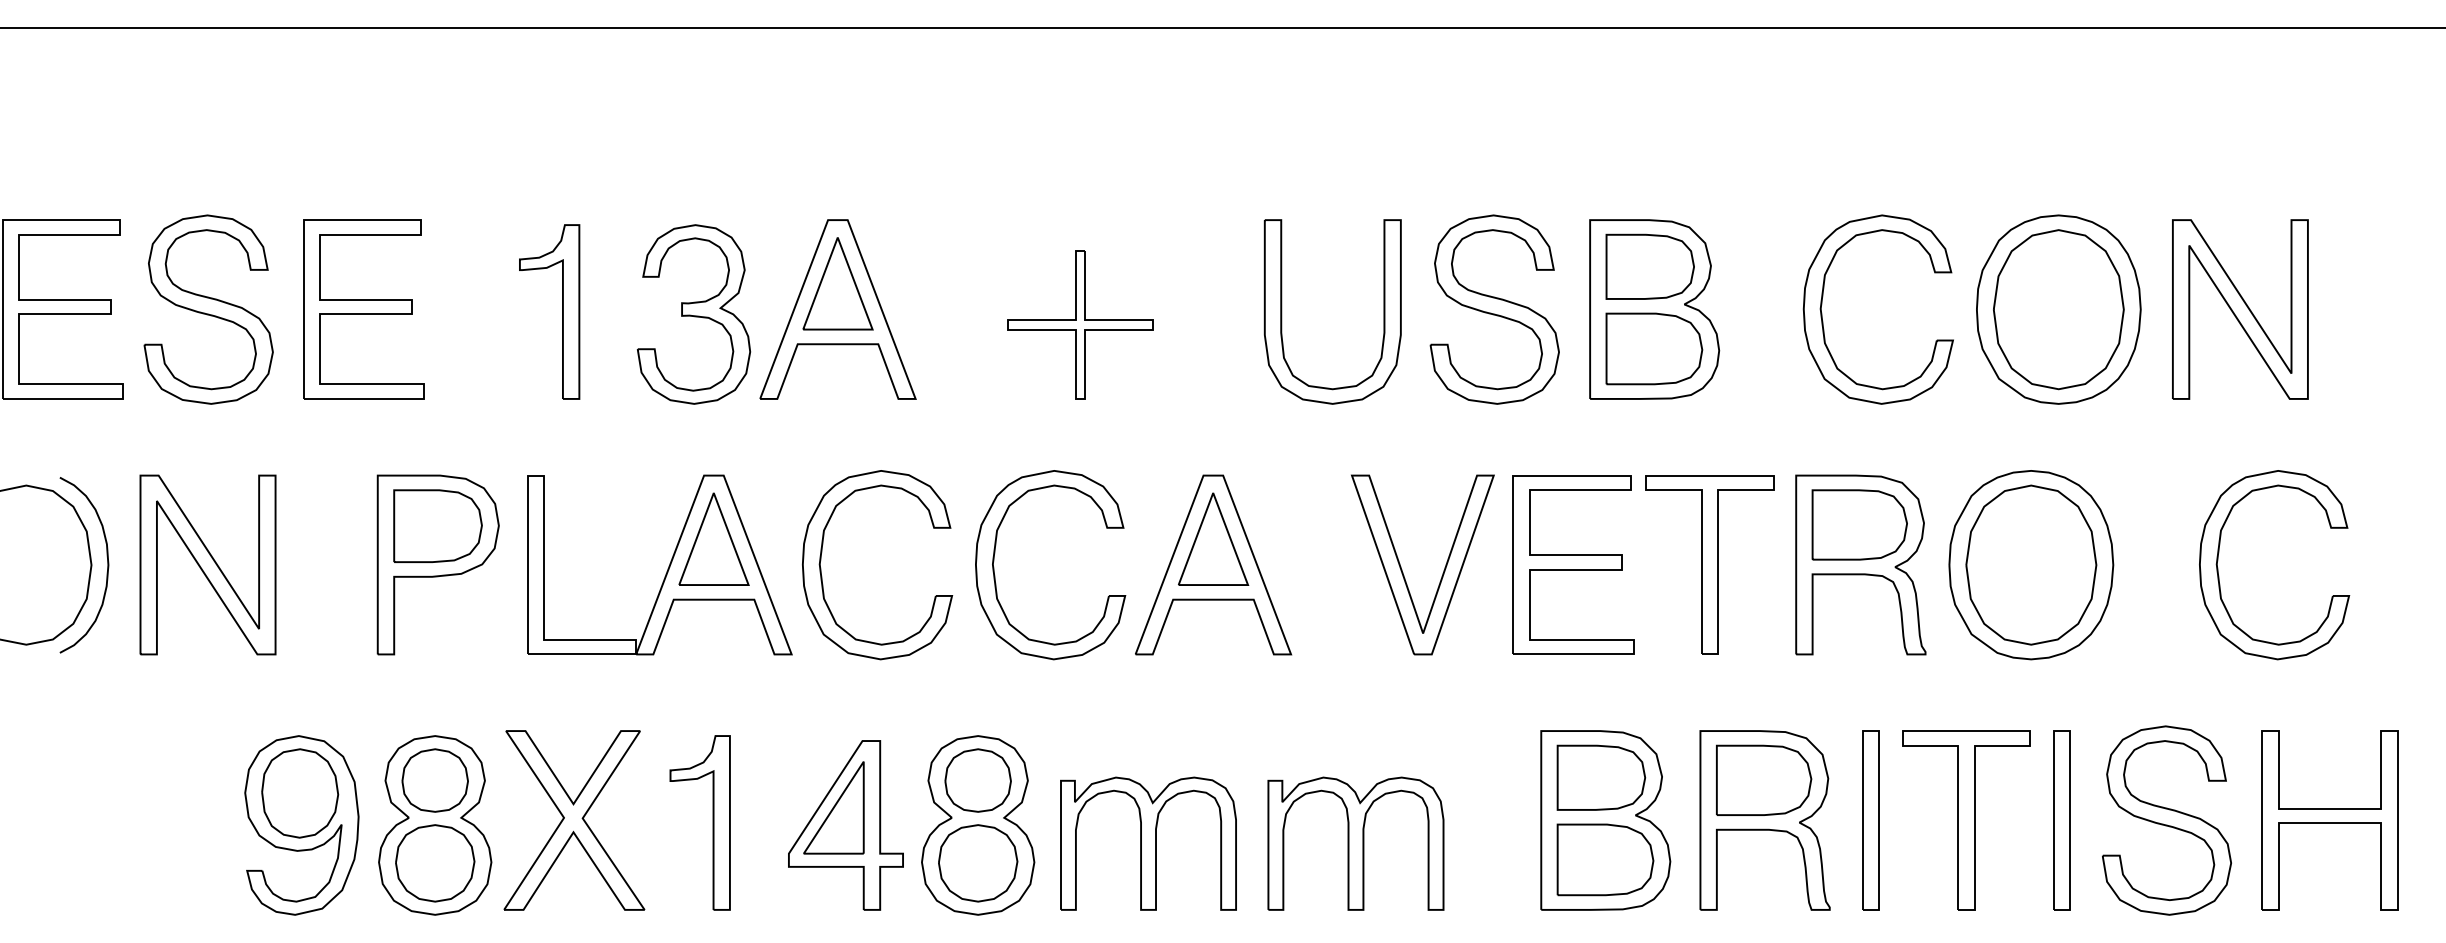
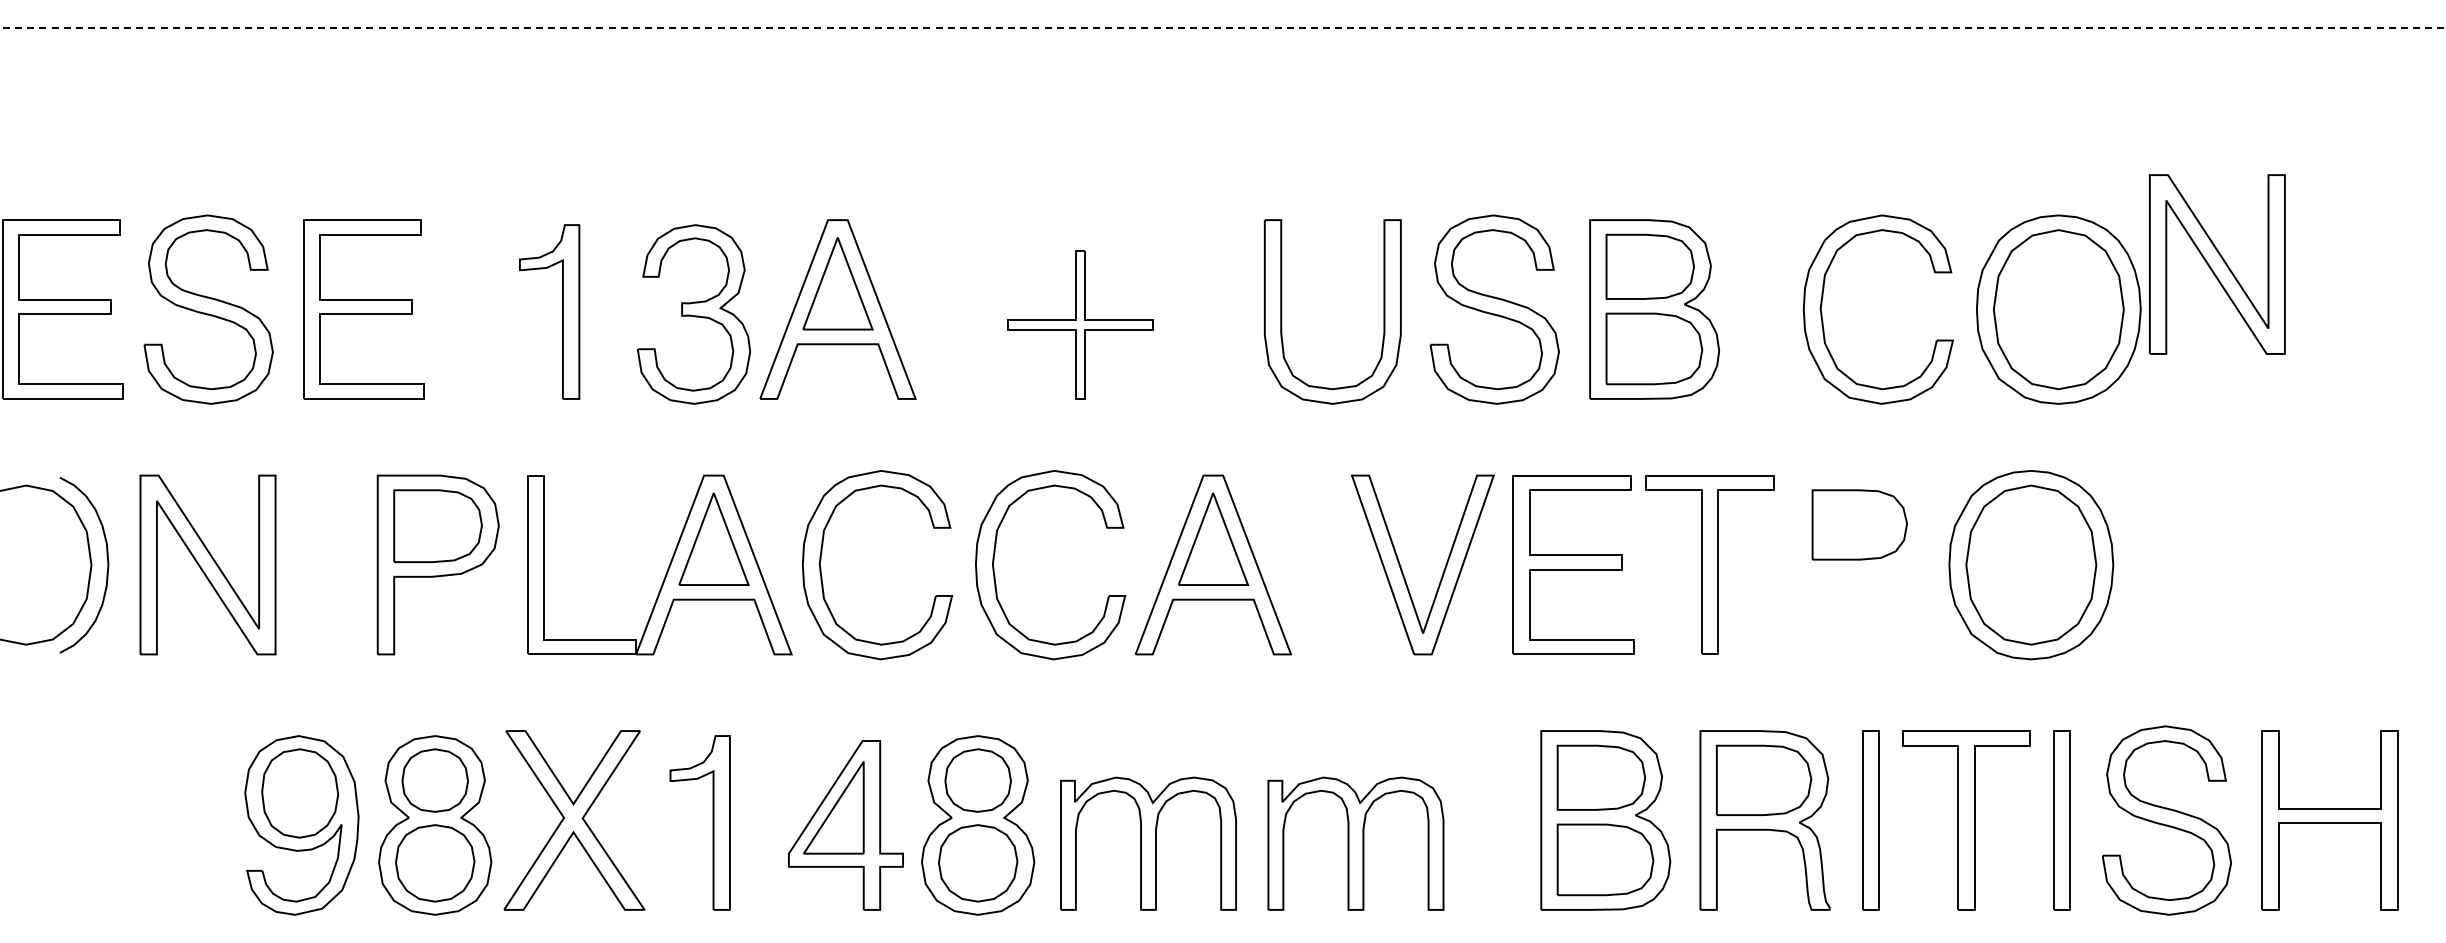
line at (1223, 28): solid -> dashed
part at (2240, 309) position: (2240, 309) -> (2217, 264)
part at (1860, 564): present -> none
part at (2218, 567): present -> none
